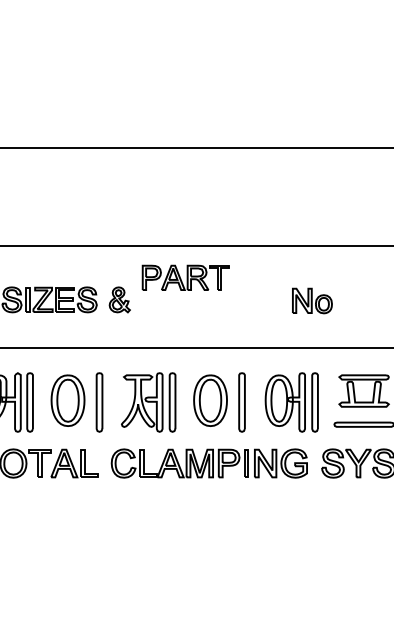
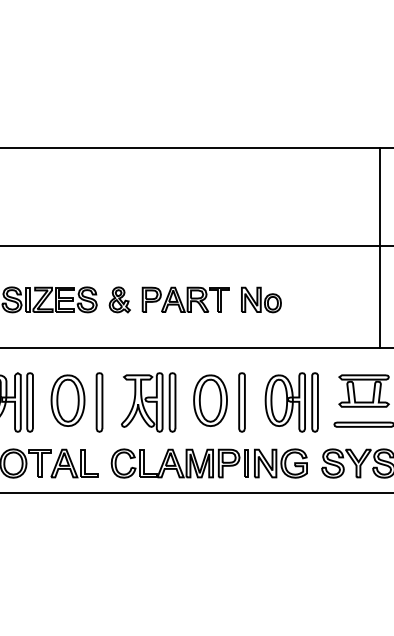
line at (379, 247): none -> present
part at (185, 277) position: (185, 277) -> (185, 299)
part at (312, 300) position: (312, 300) -> (261, 299)
line at (196, 492): none -> present
